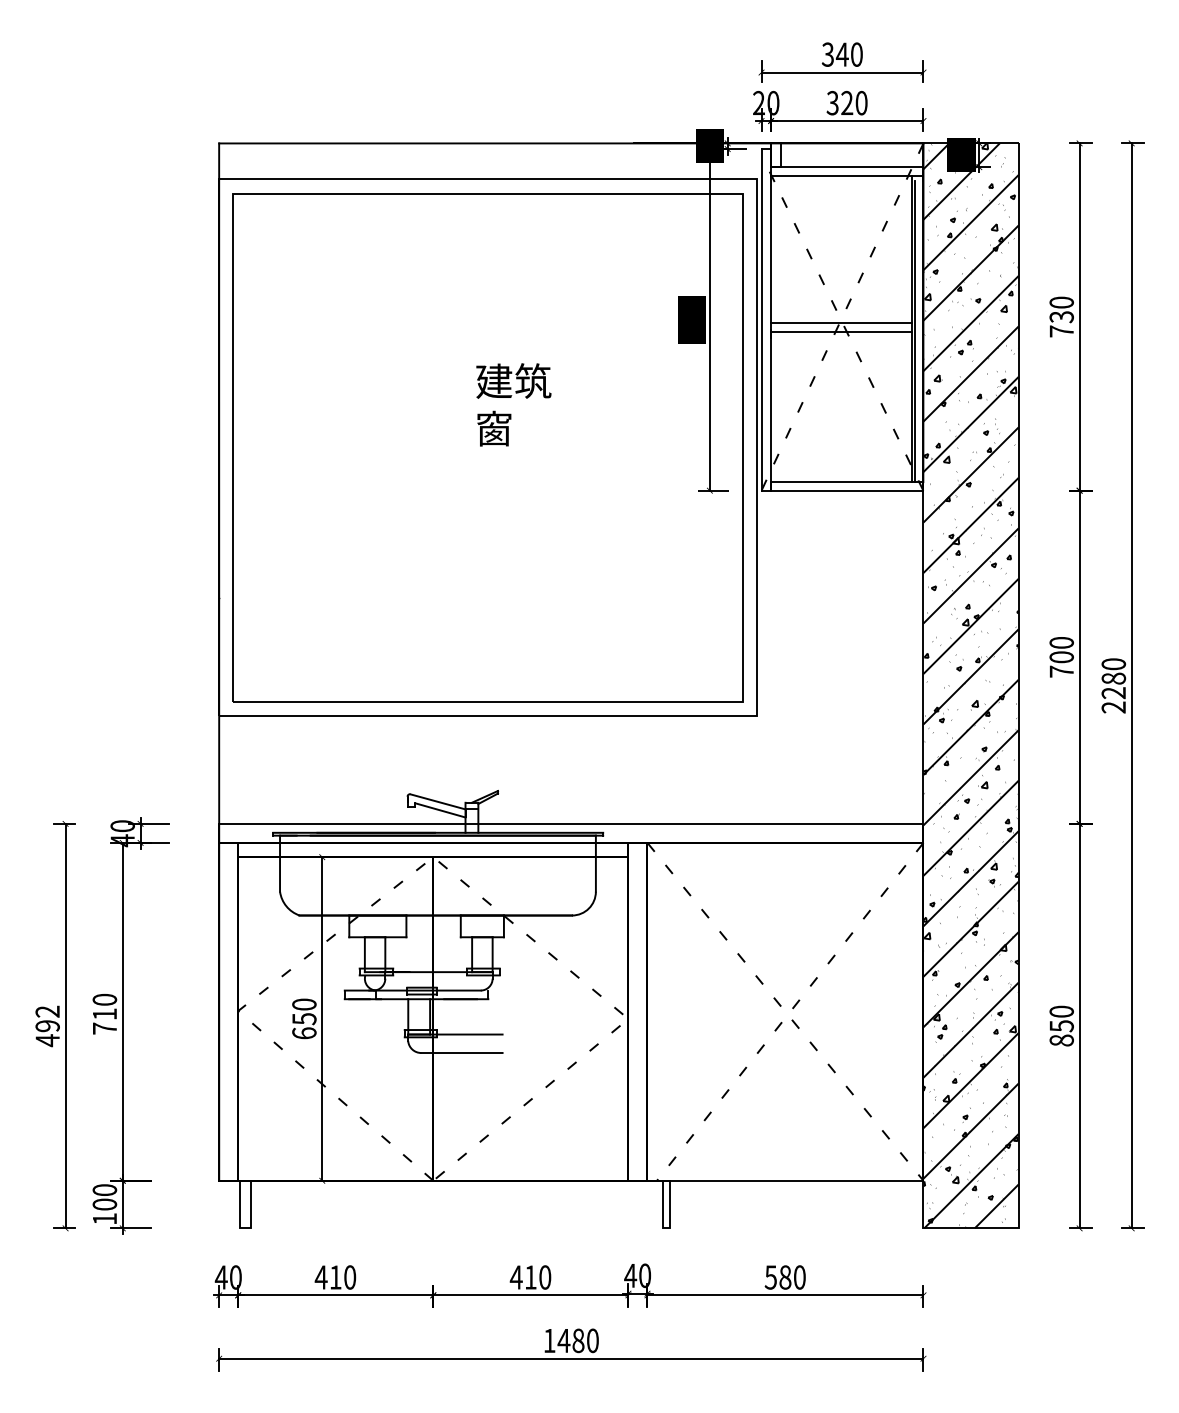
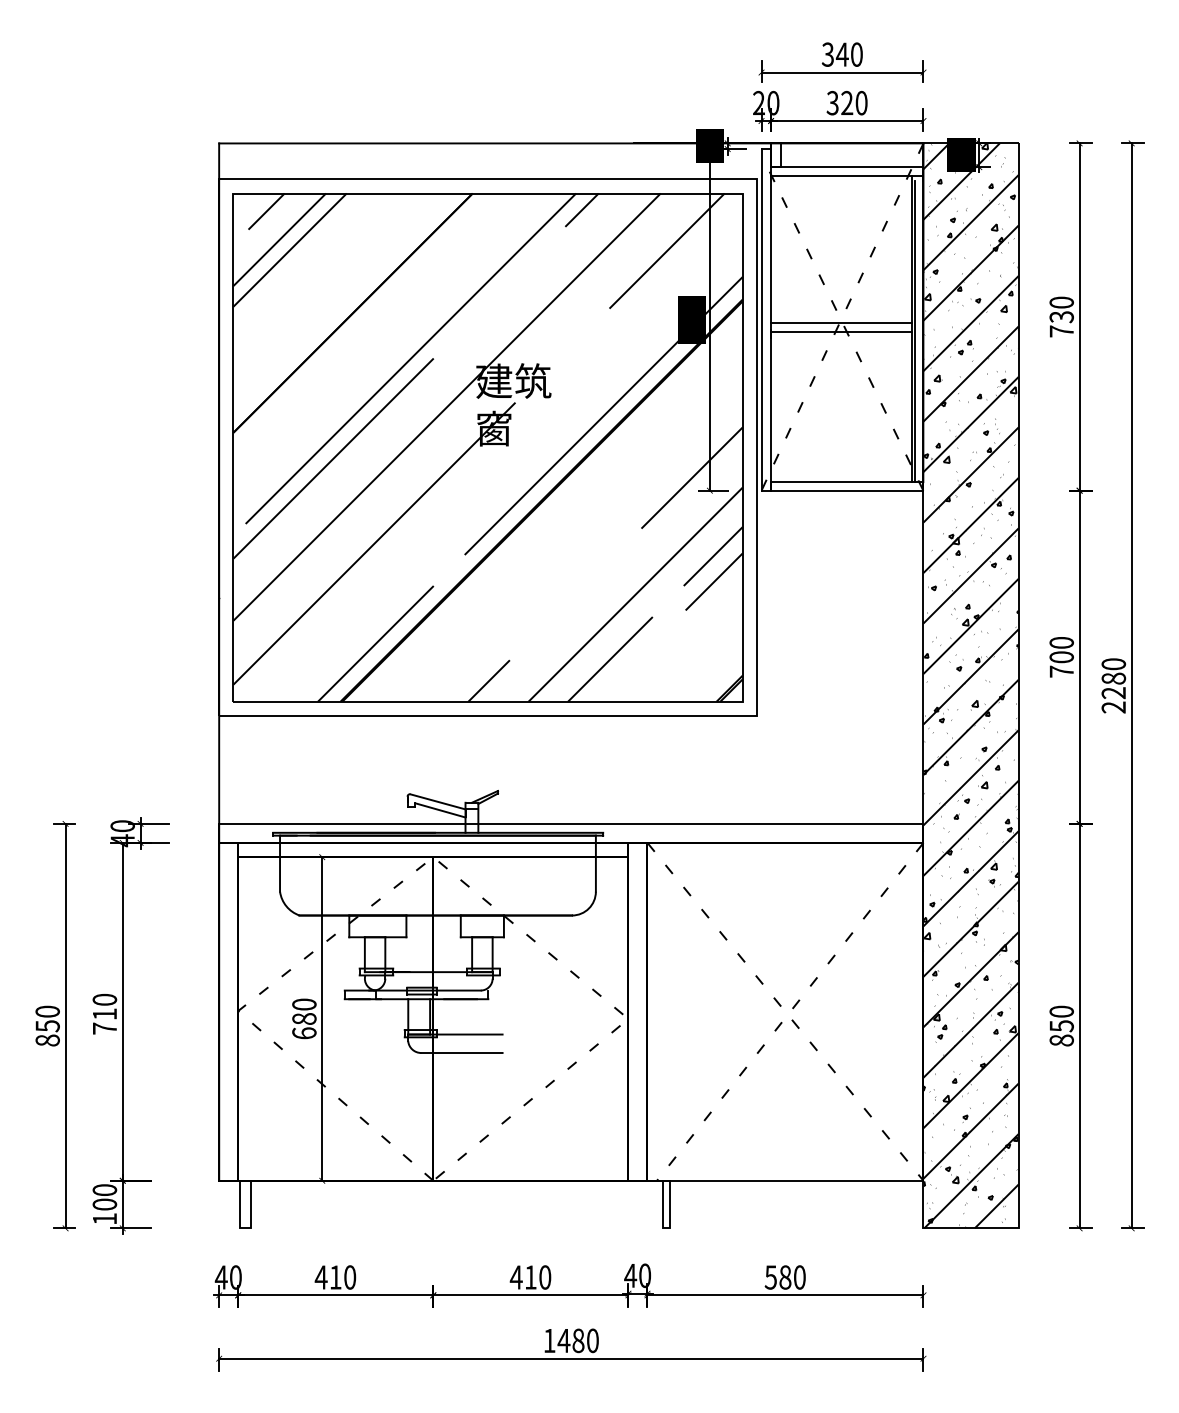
hatch at (487, 447): none -> present
text at (304, 1019): 650 -> 680
text at (47, 1026): 492 -> 850
